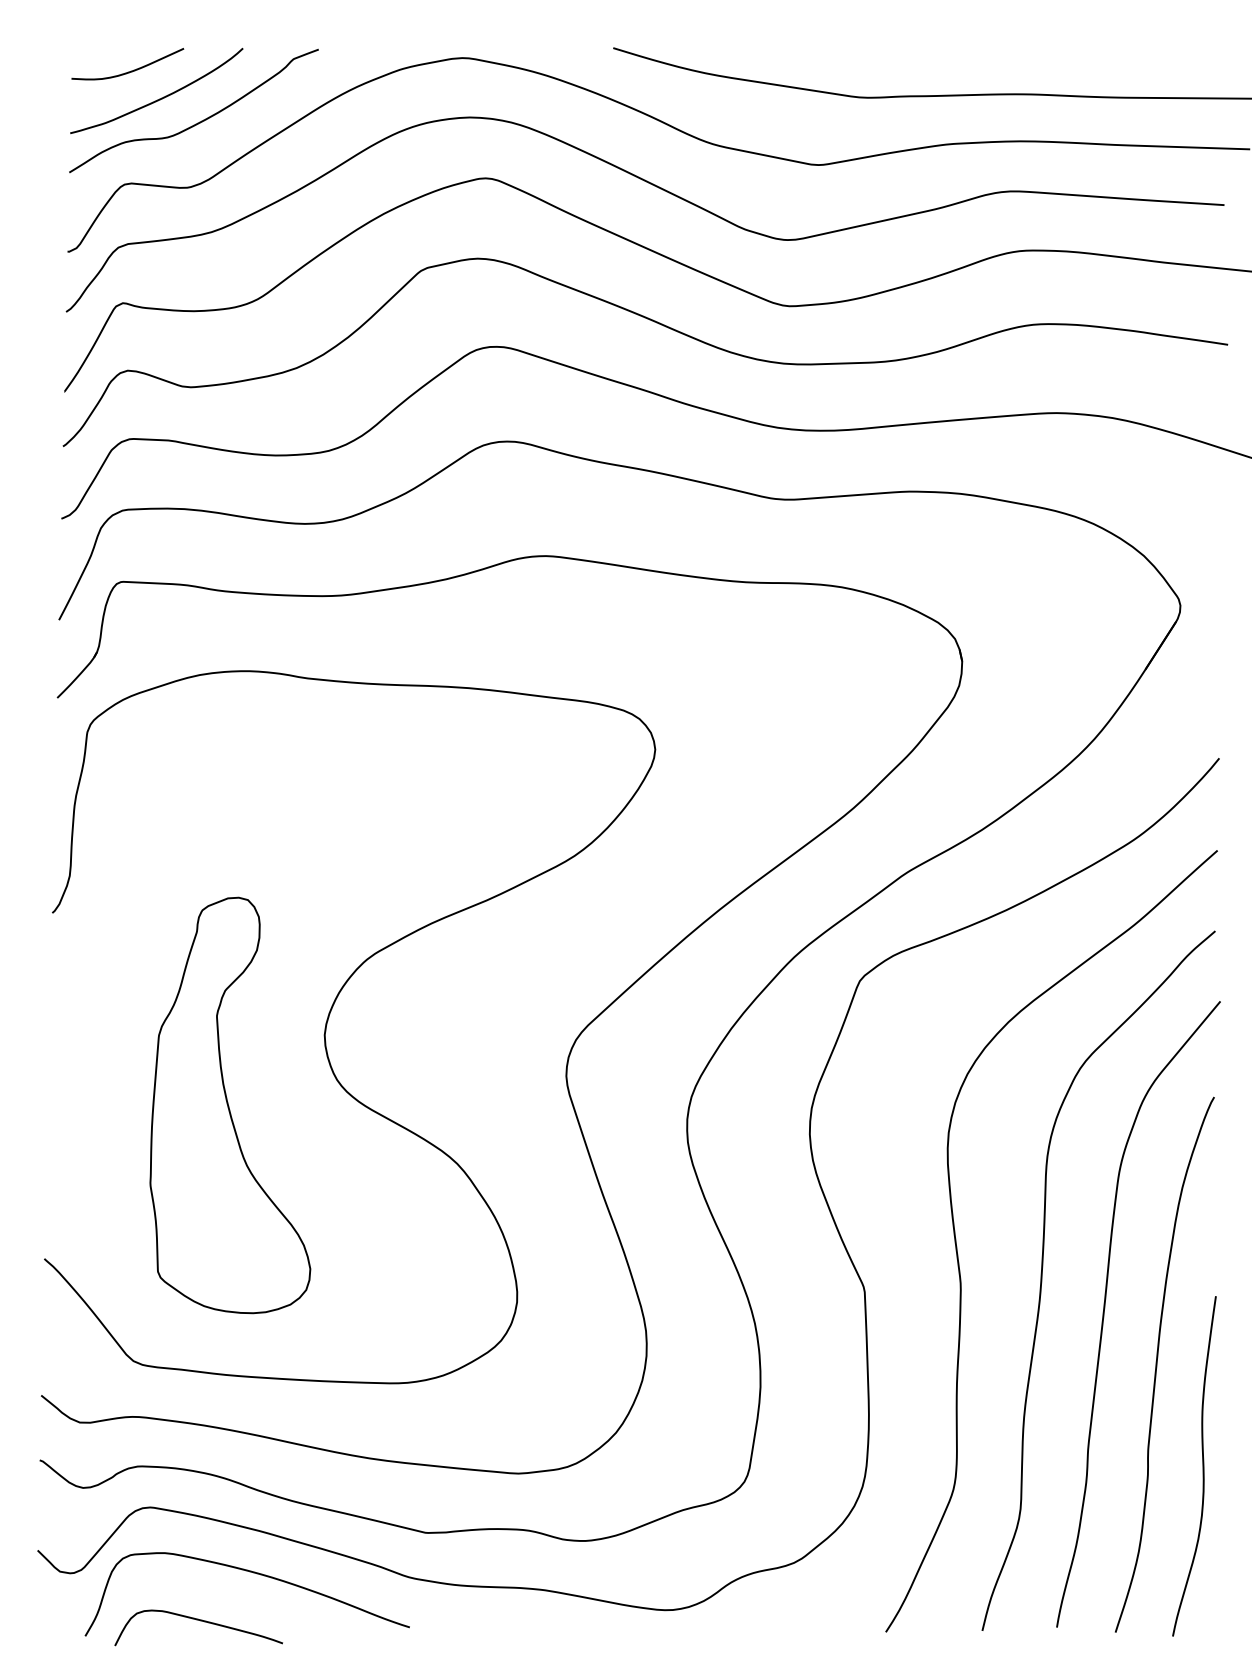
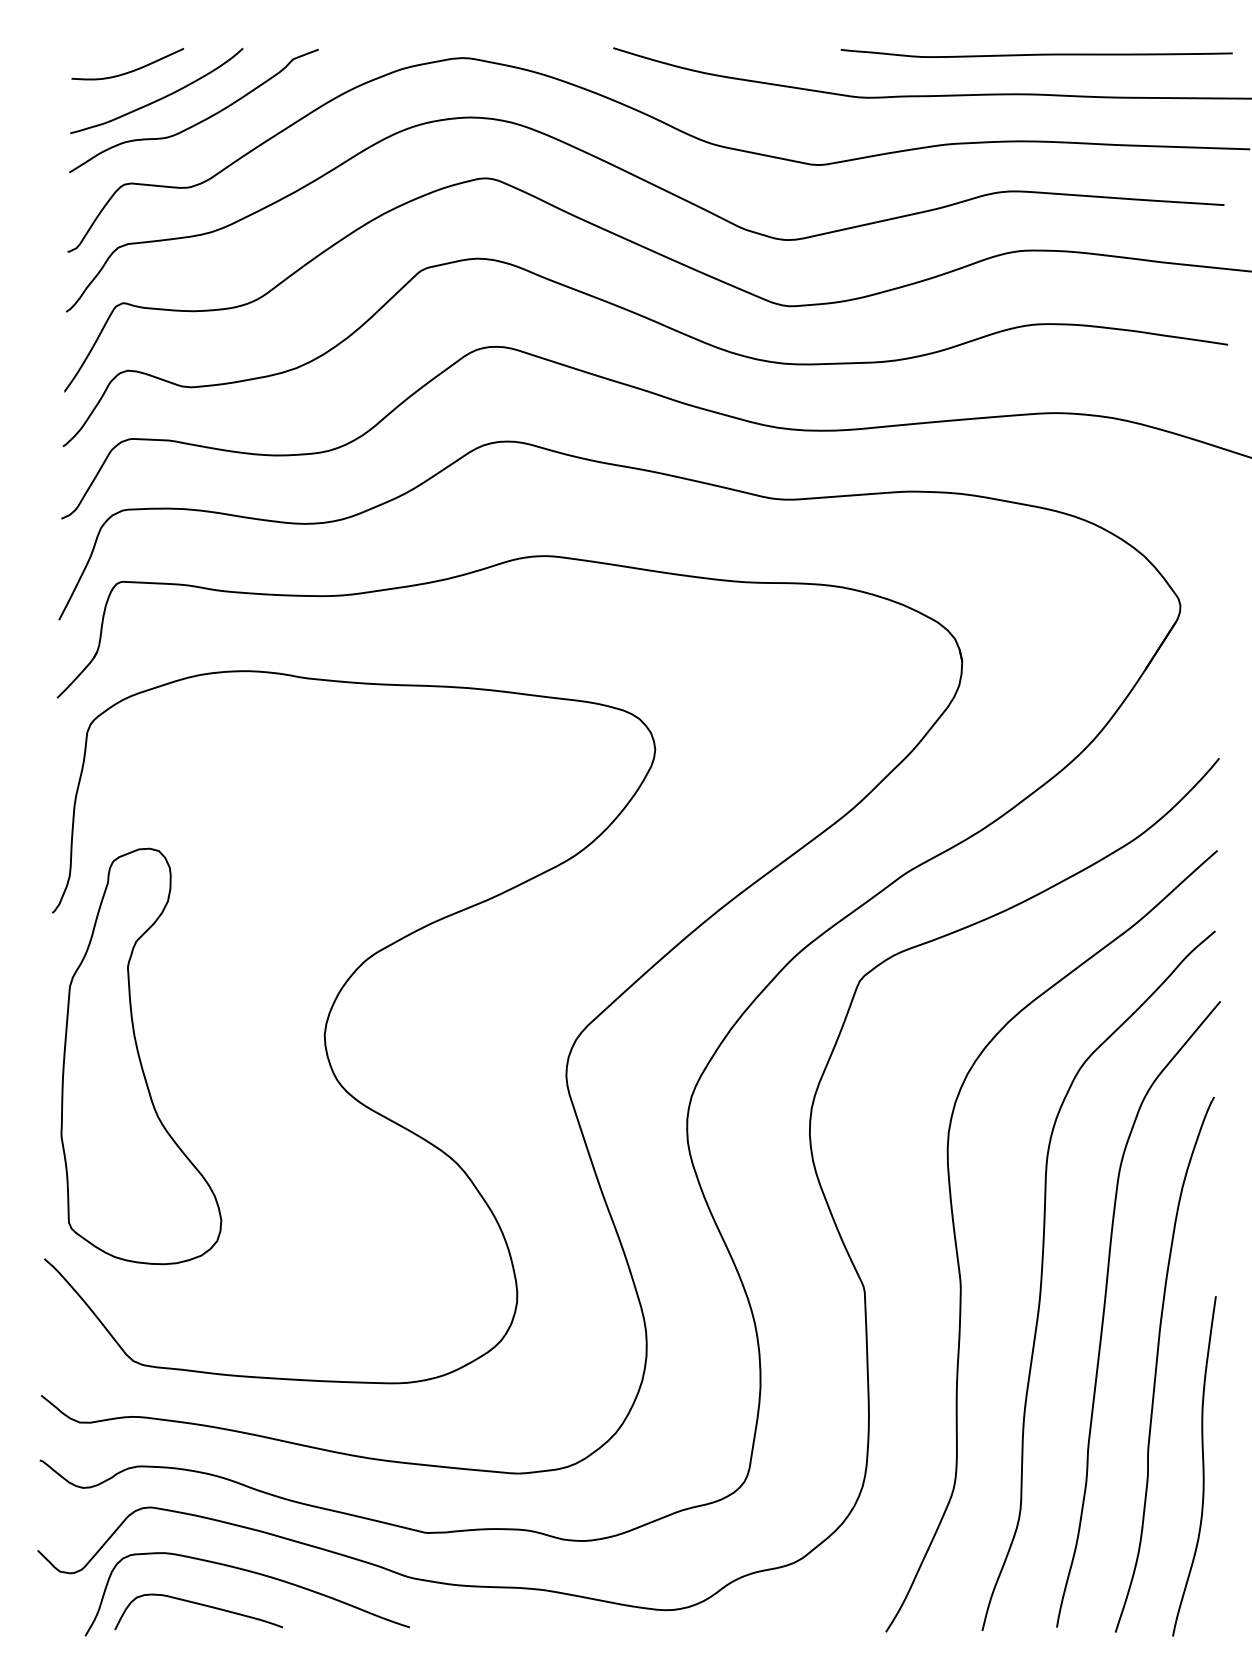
curve at (1036, 53): none -> present
part at (230, 1105) position: (230, 1105) -> (141, 1056)
curve at (200, 1621) position: (200, 1621) -> (200, 1605)
